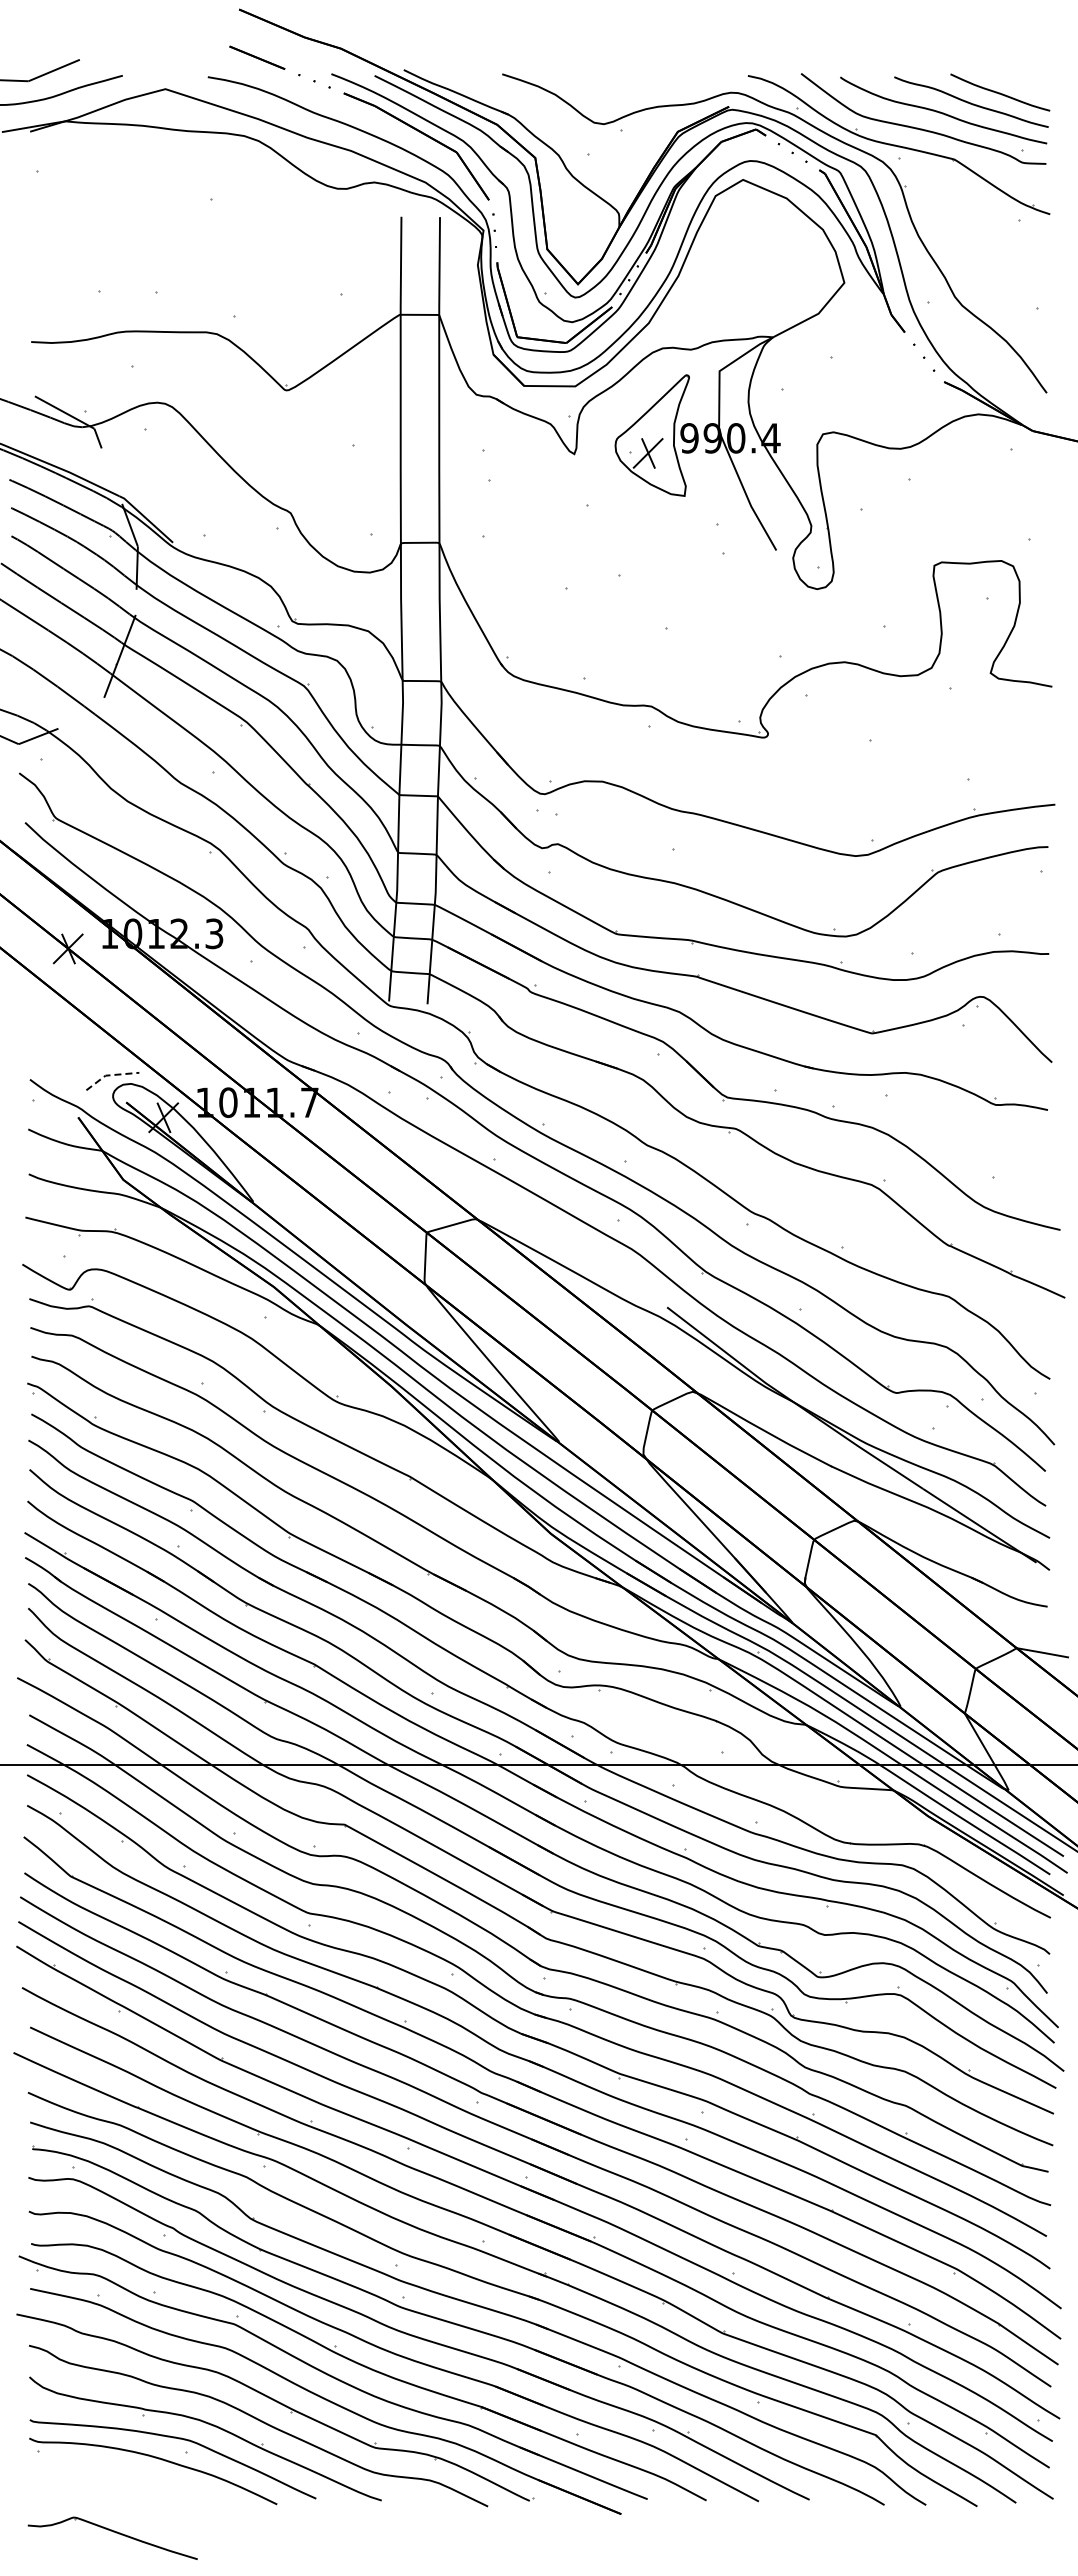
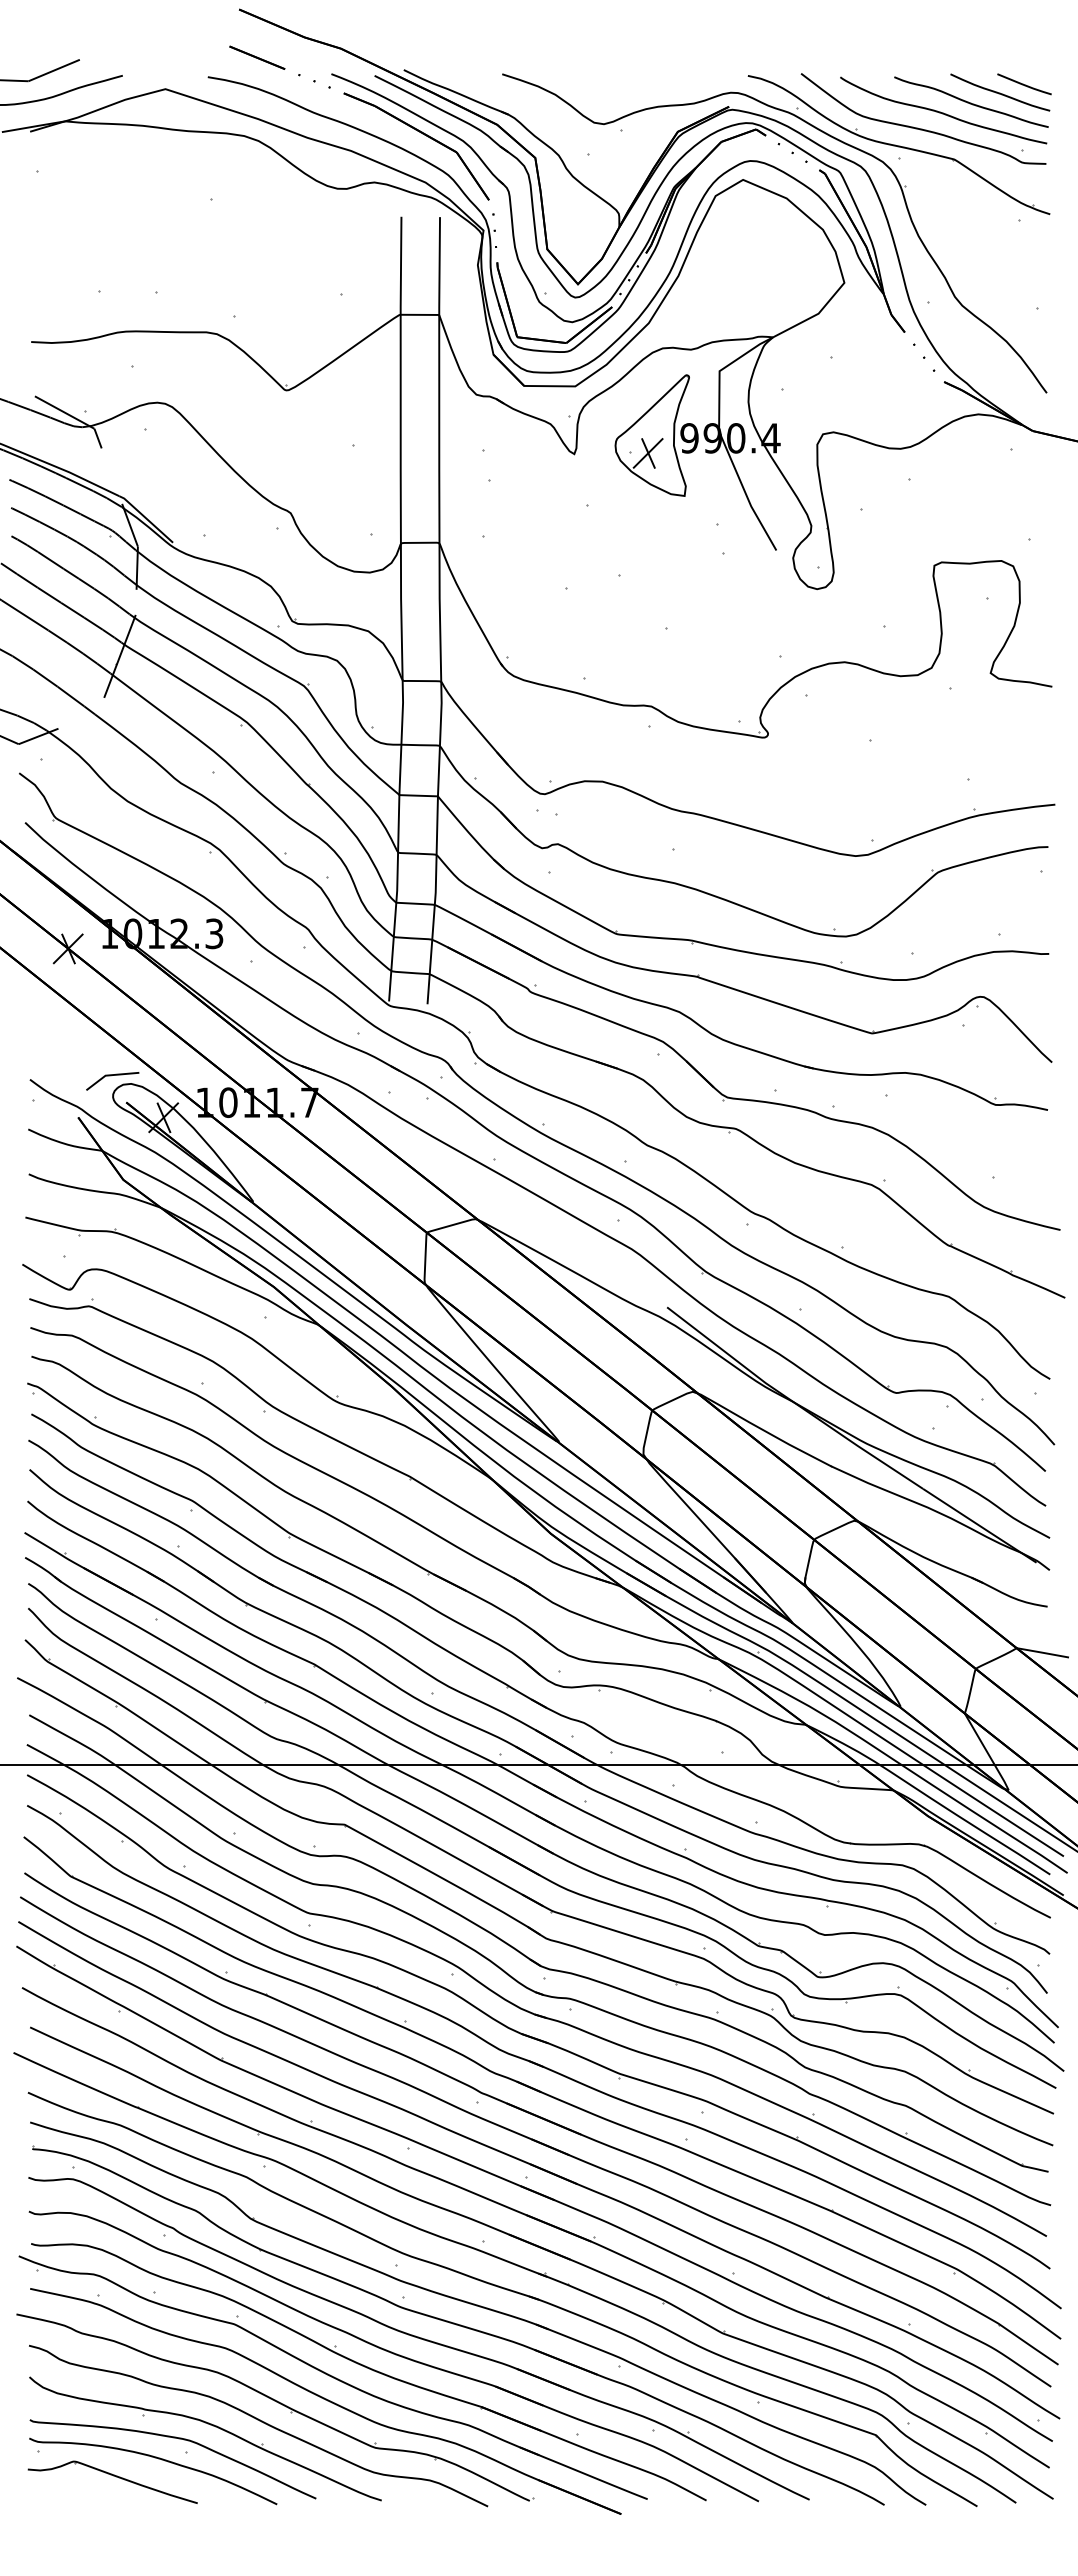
line at (1024, 84): none -> present
line at (109, 1075): dashed -> solid
part at (112, 2537) position: (112, 2537) -> (112, 2481)
